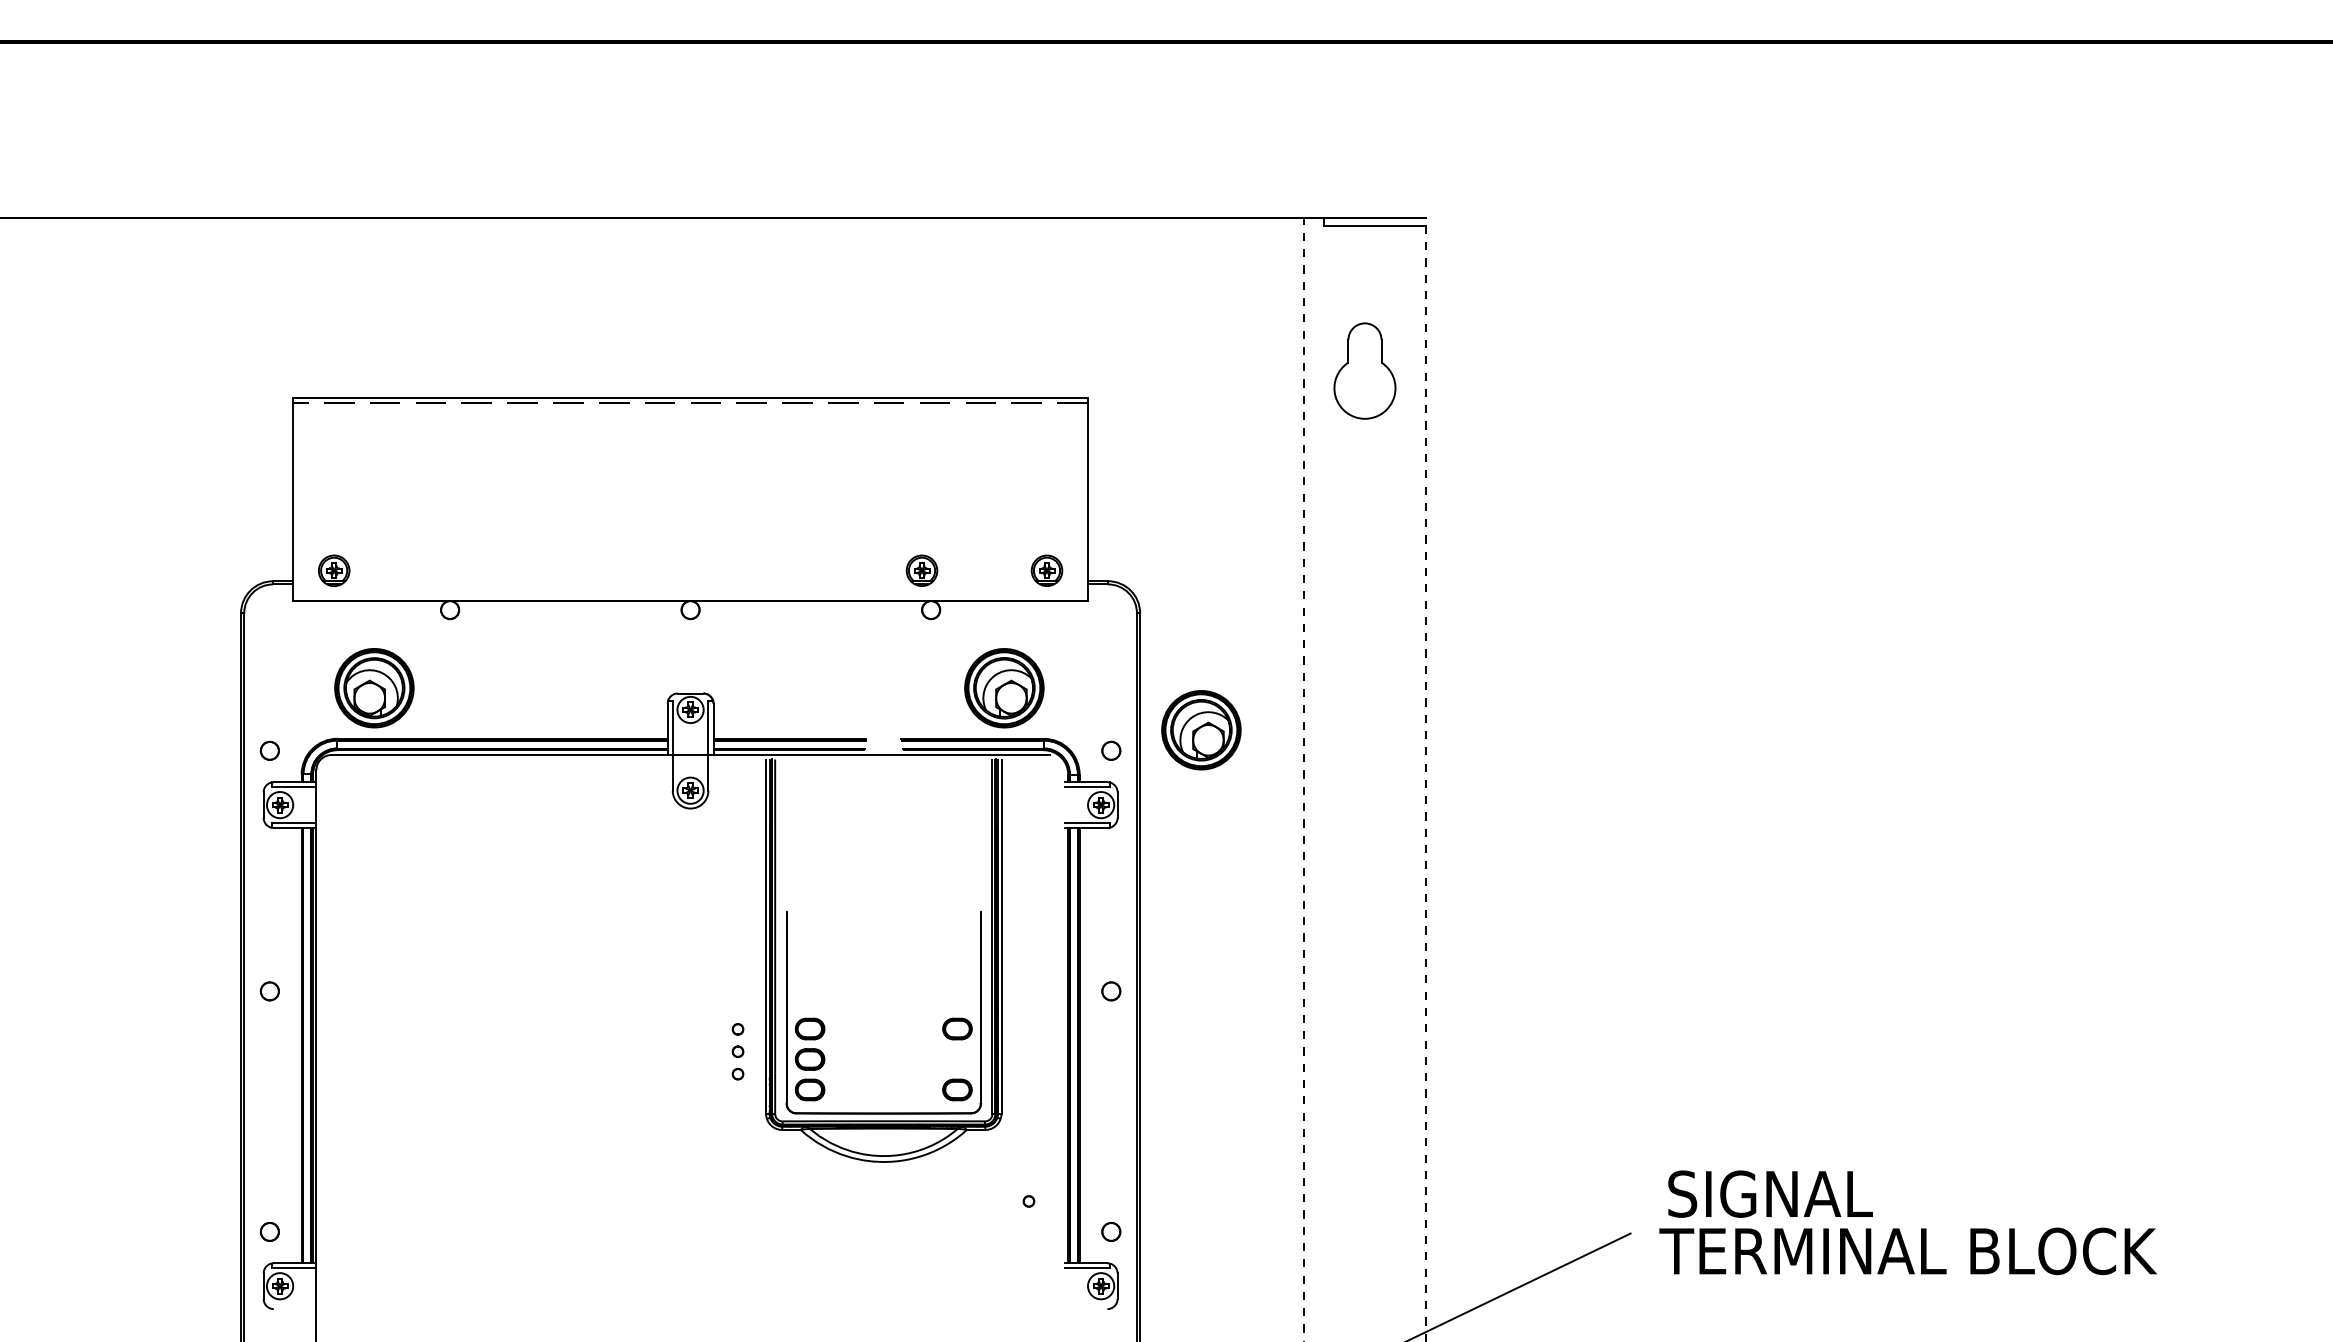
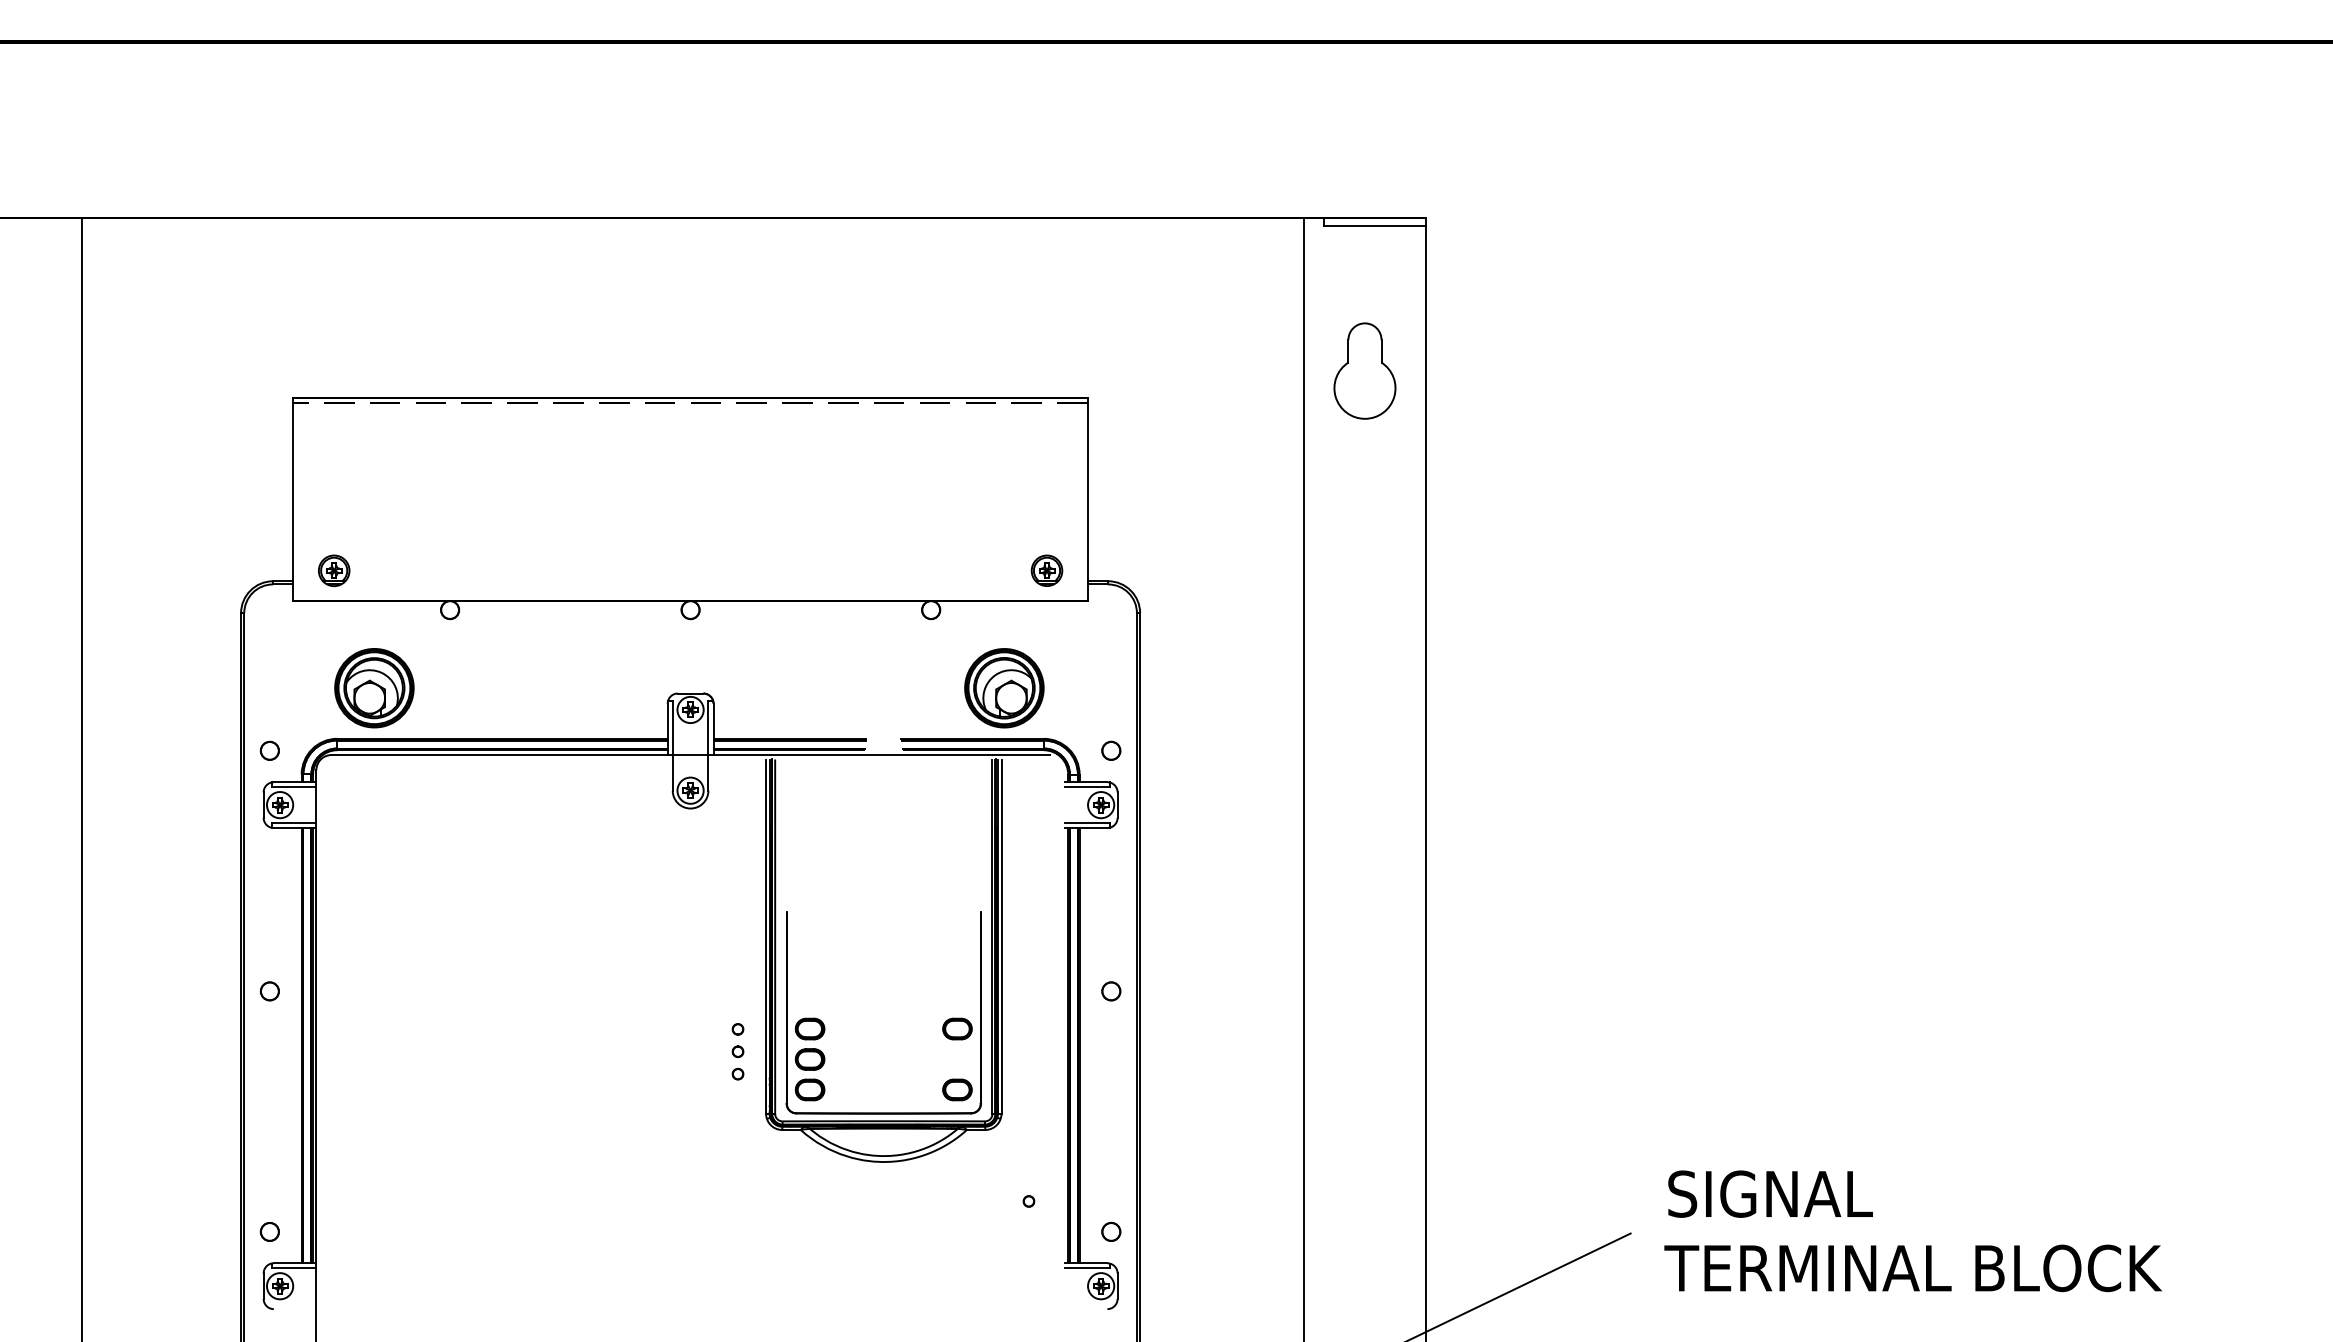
part at (921, 570): present -> none
part at (1201, 730): present -> none
line at (81, 777): none -> present
line at (1303, 779): dashed -> solid
line at (1426, 779): dashed -> solid
text at (1907, 1251) position: (1907, 1251) -> (1912, 1268)
